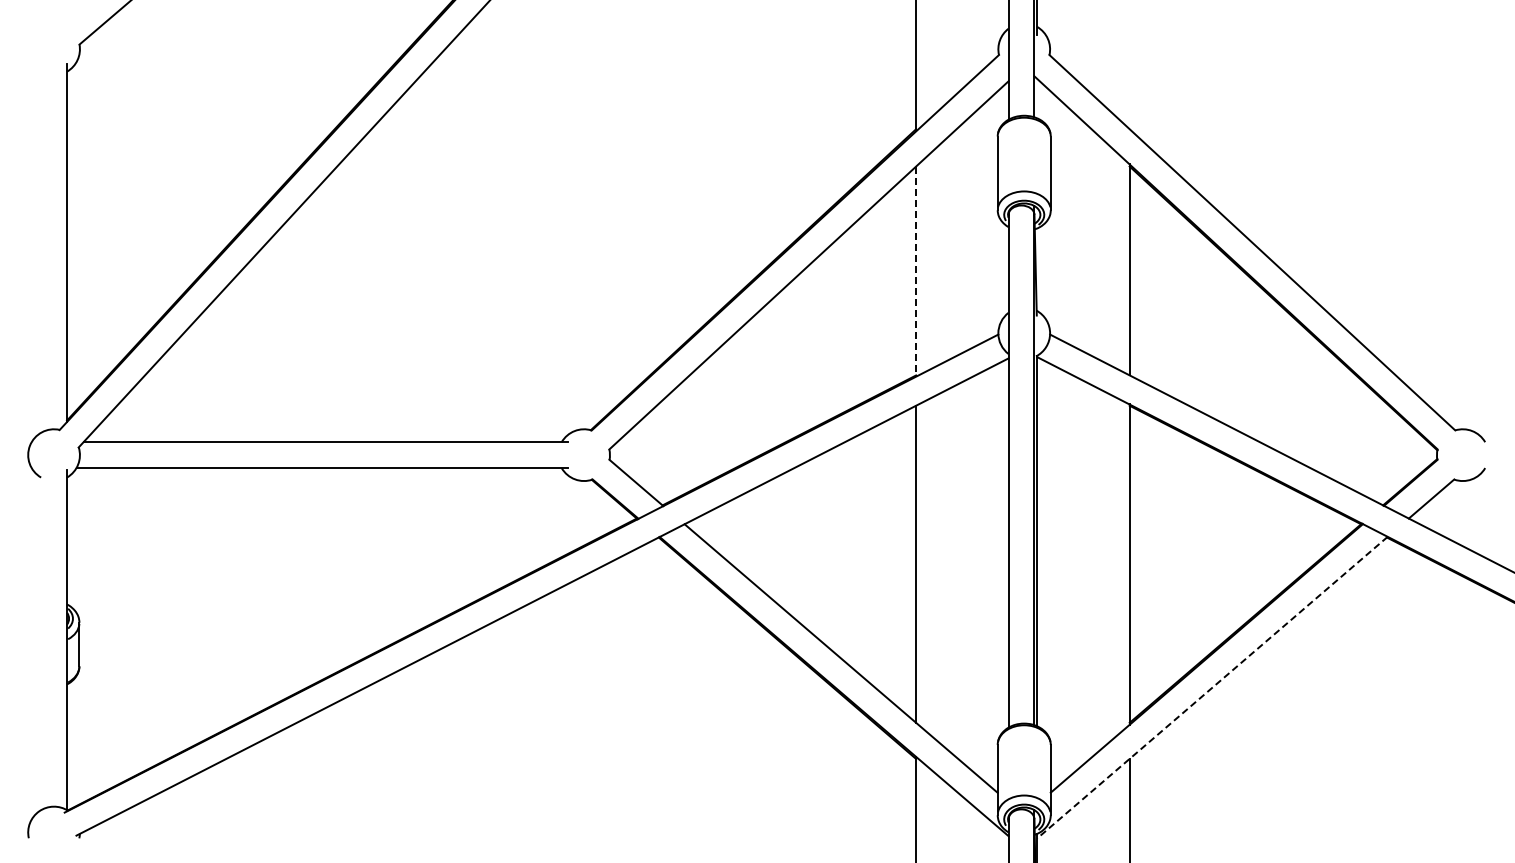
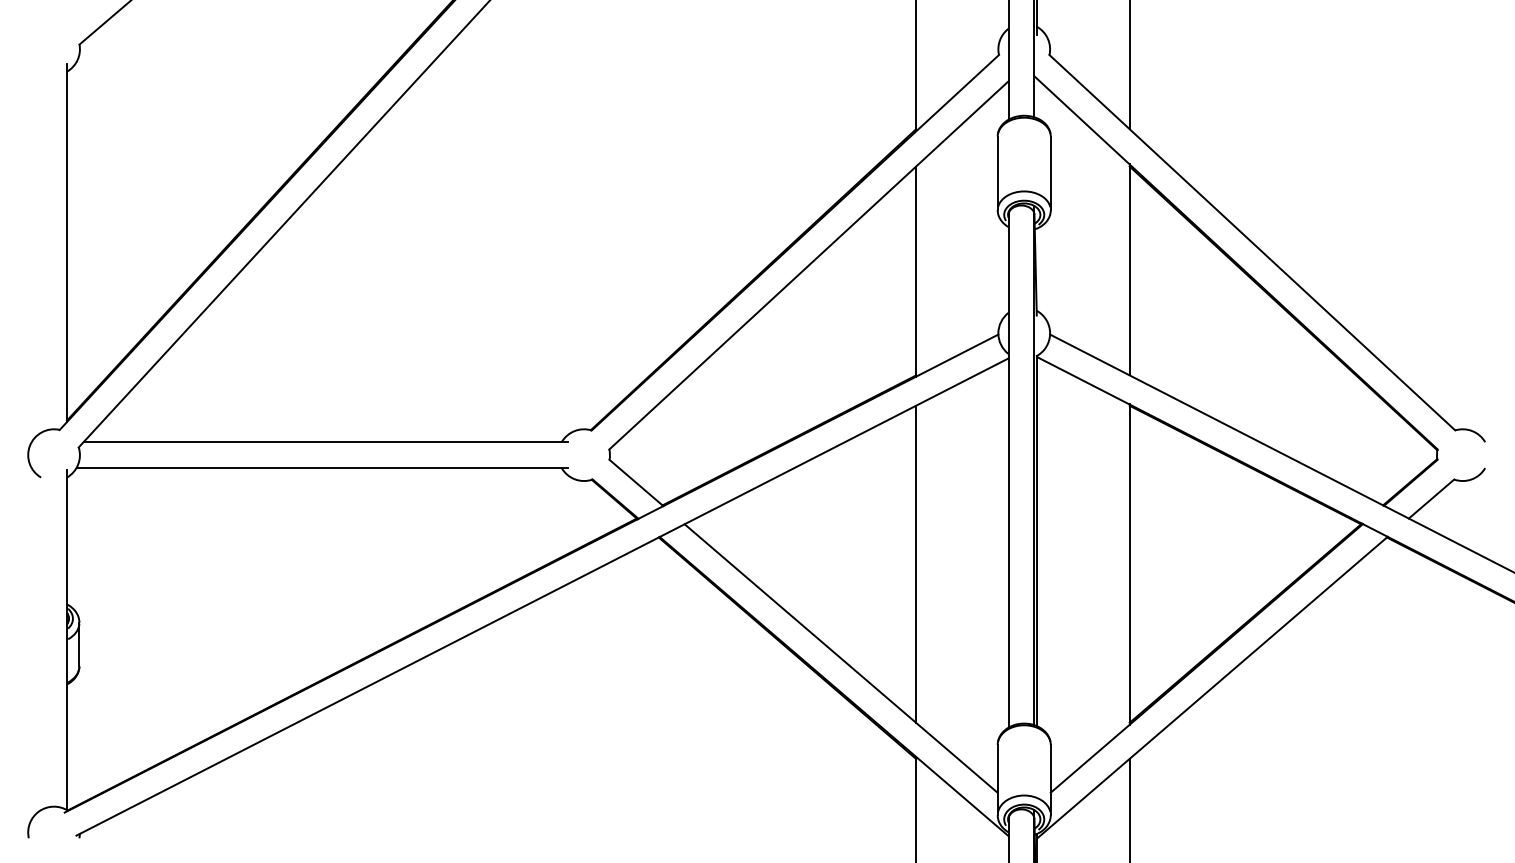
line at (1129, 65): none -> present
line at (916, 272): dashed -> solid
line at (1212, 687): dashed -> solid
